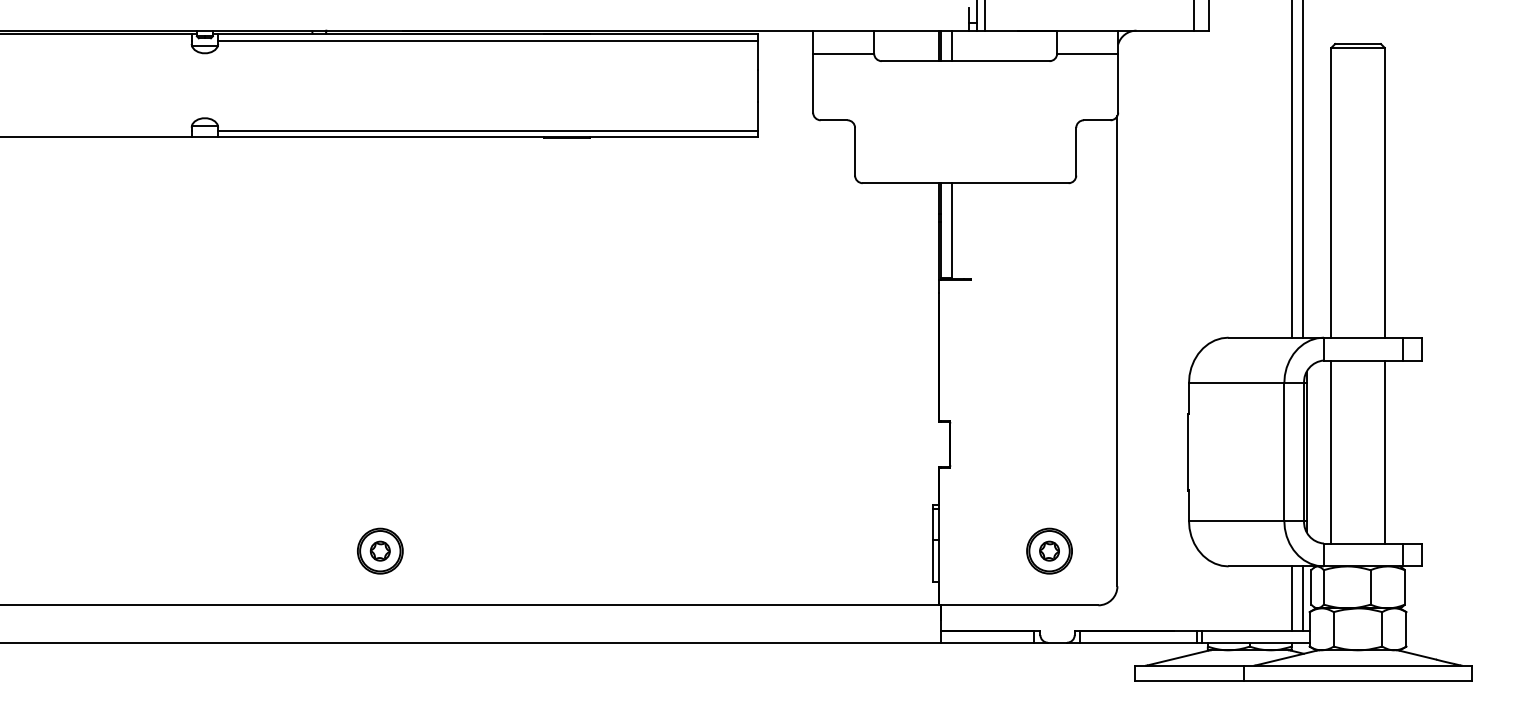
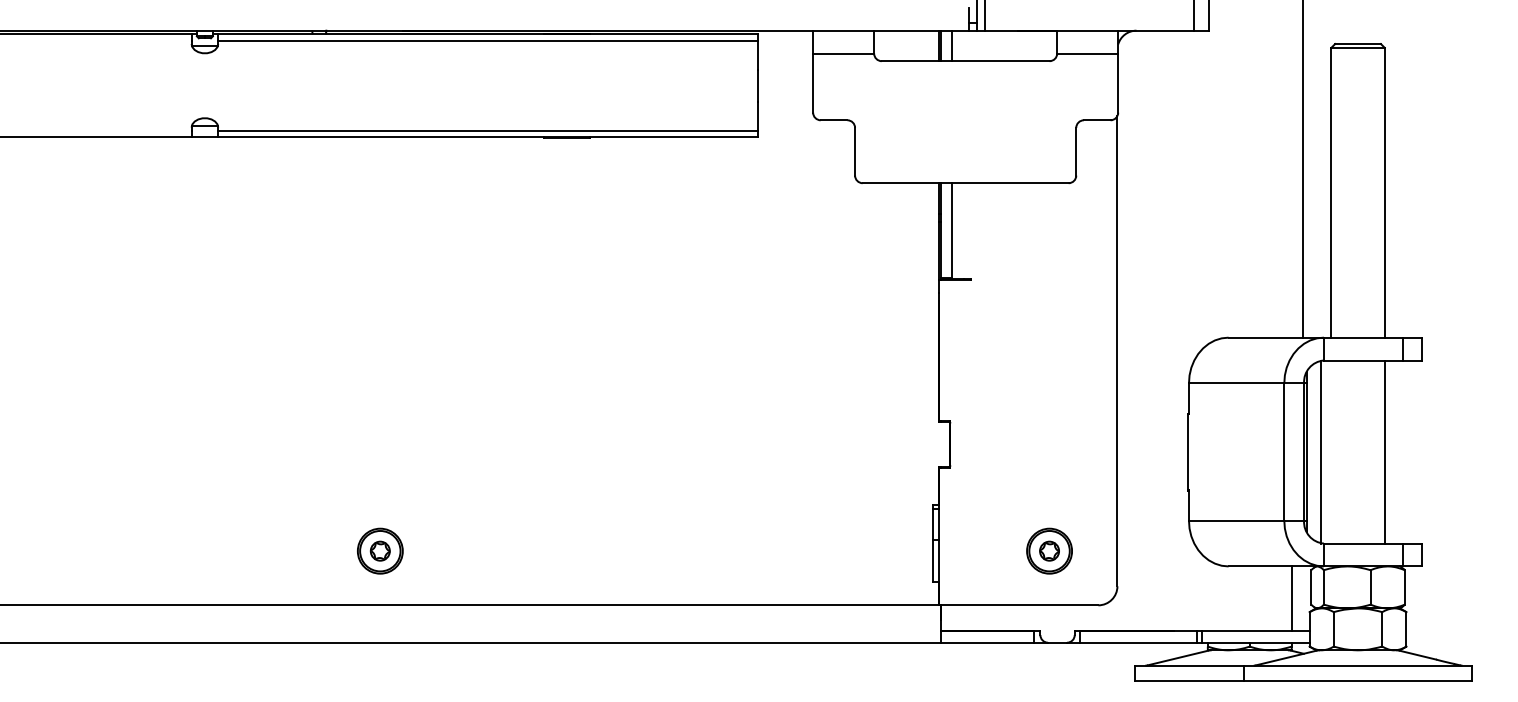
line at (1291, 169): present -> none
line at (1331, 451) position: (1331, 451) -> (1321, 451)
line at (1303, 598): present -> none
